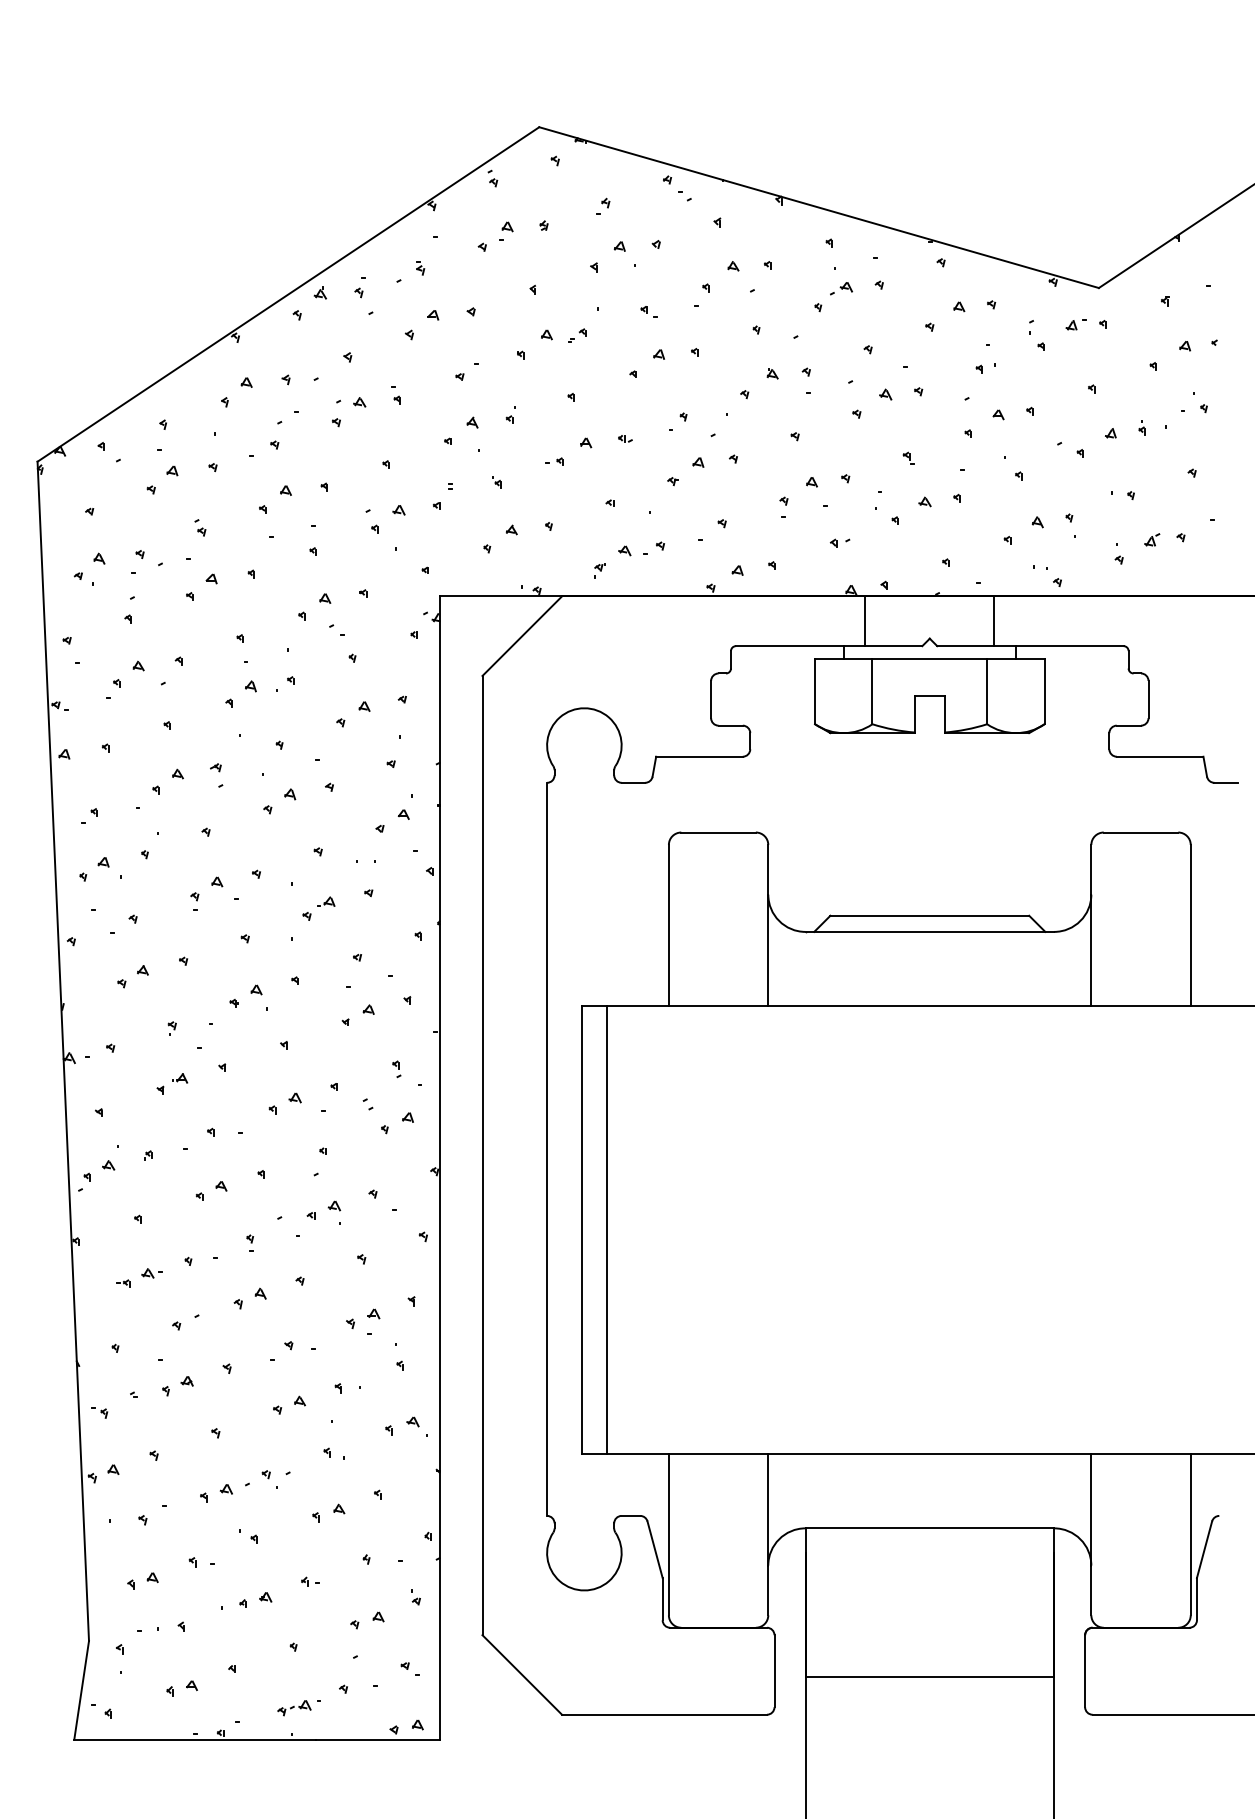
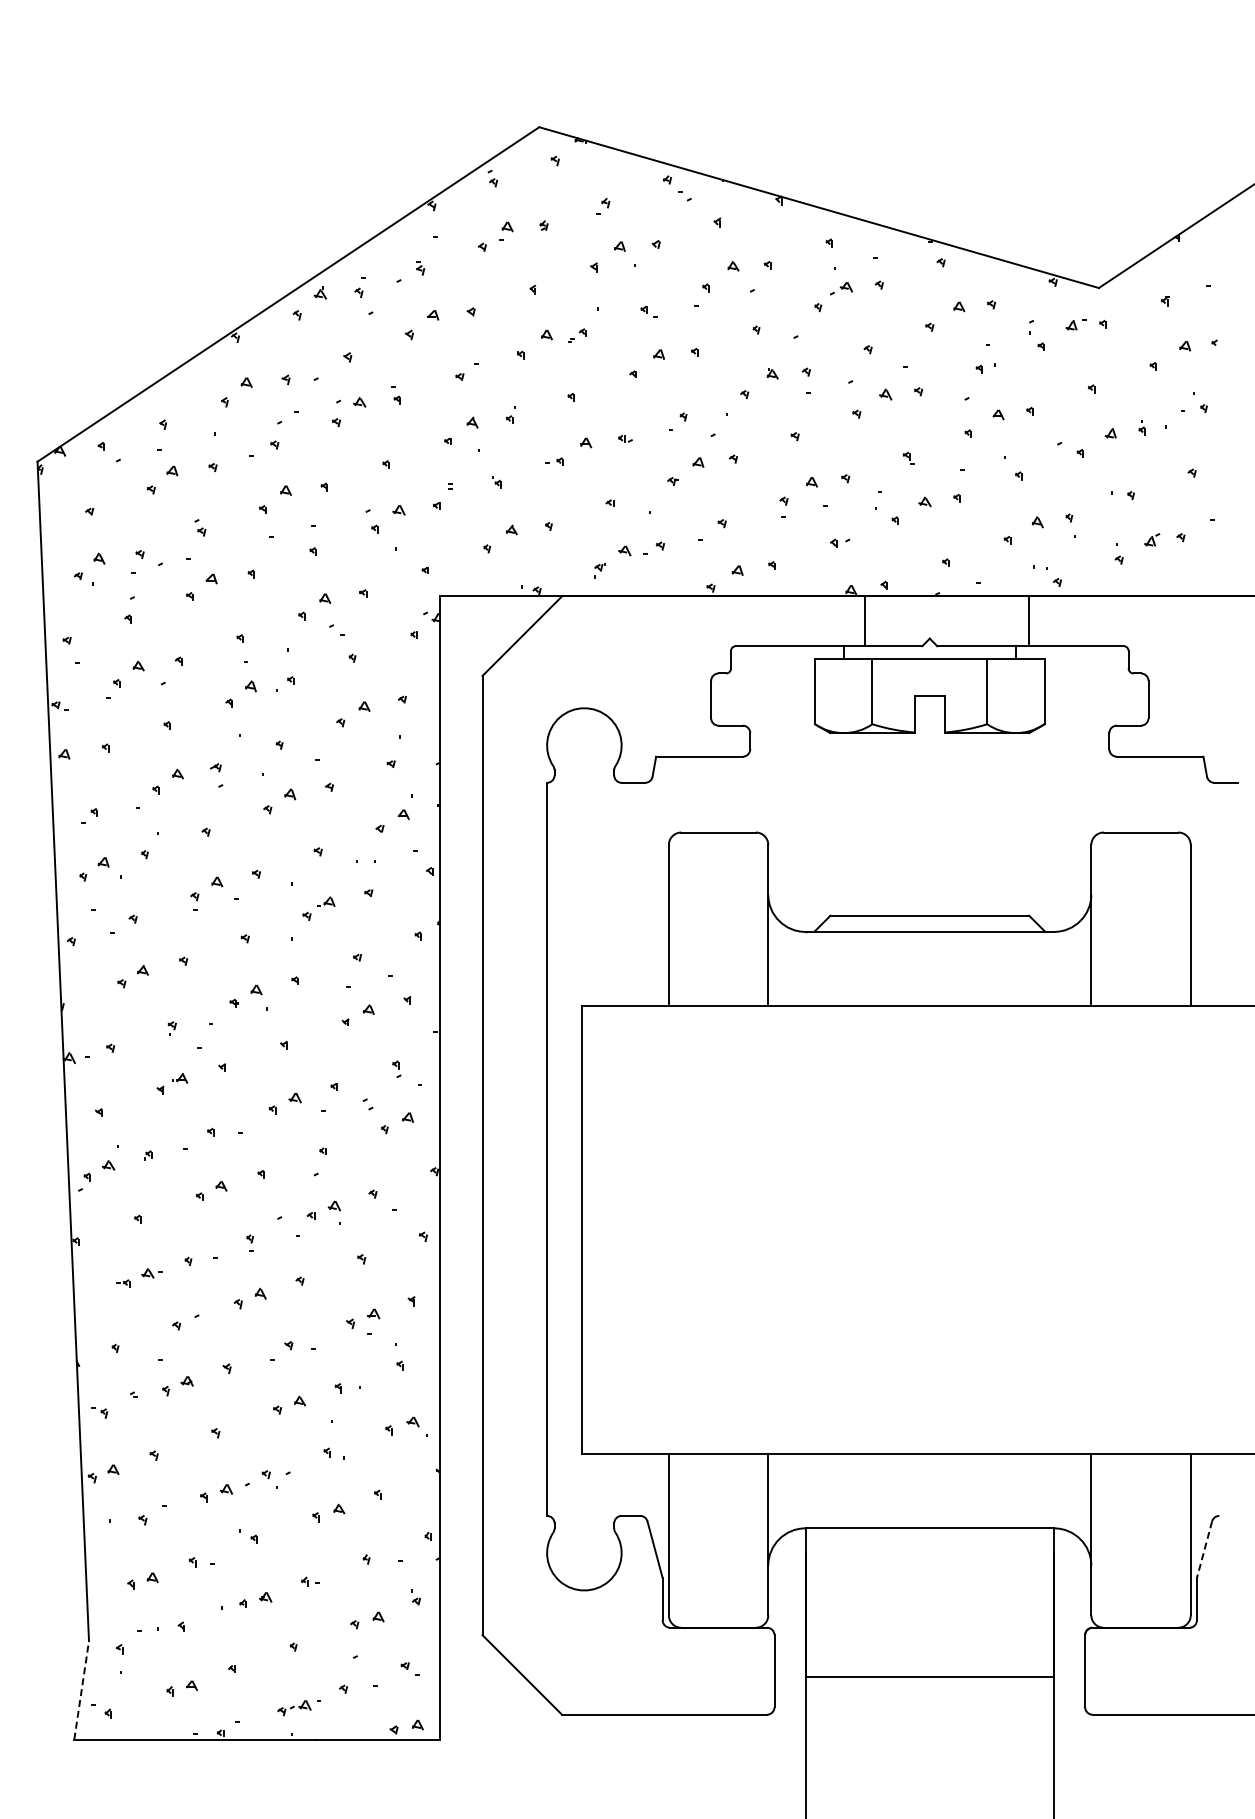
line at (994, 621) position: (994, 621) -> (1029, 621)
line at (606, 1229): present -> none
line at (1204, 1550): solid -> dashed
line at (81, 1690): solid -> dashed
